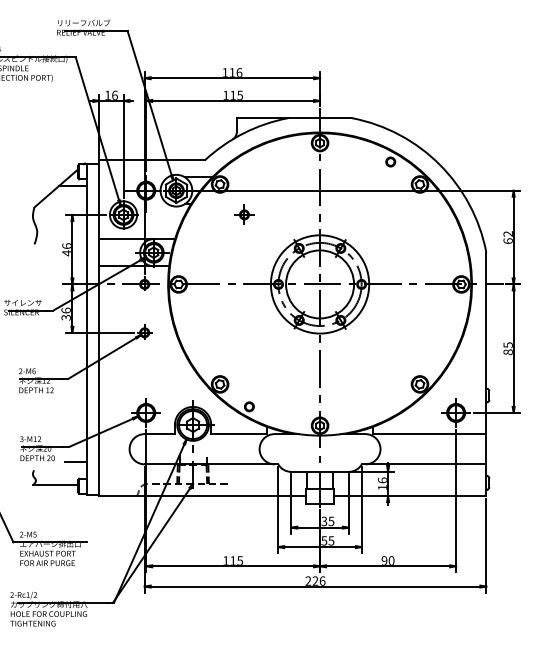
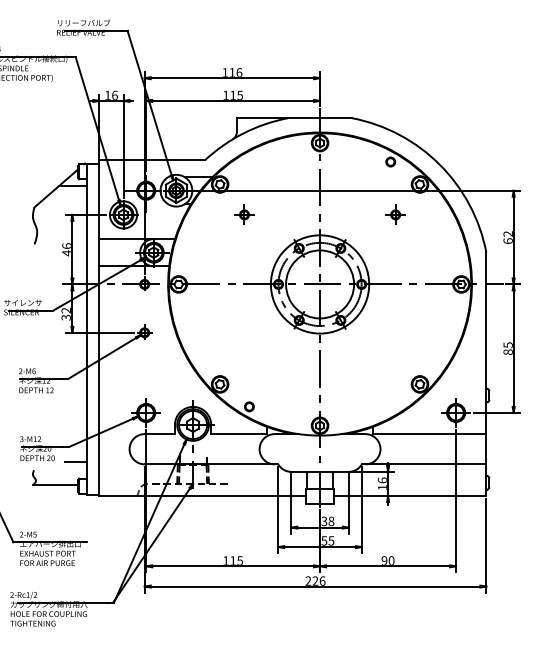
part at (395, 214): none -> present
text at (65, 310): 36 -> 32
text at (331, 520): 35 -> 38
